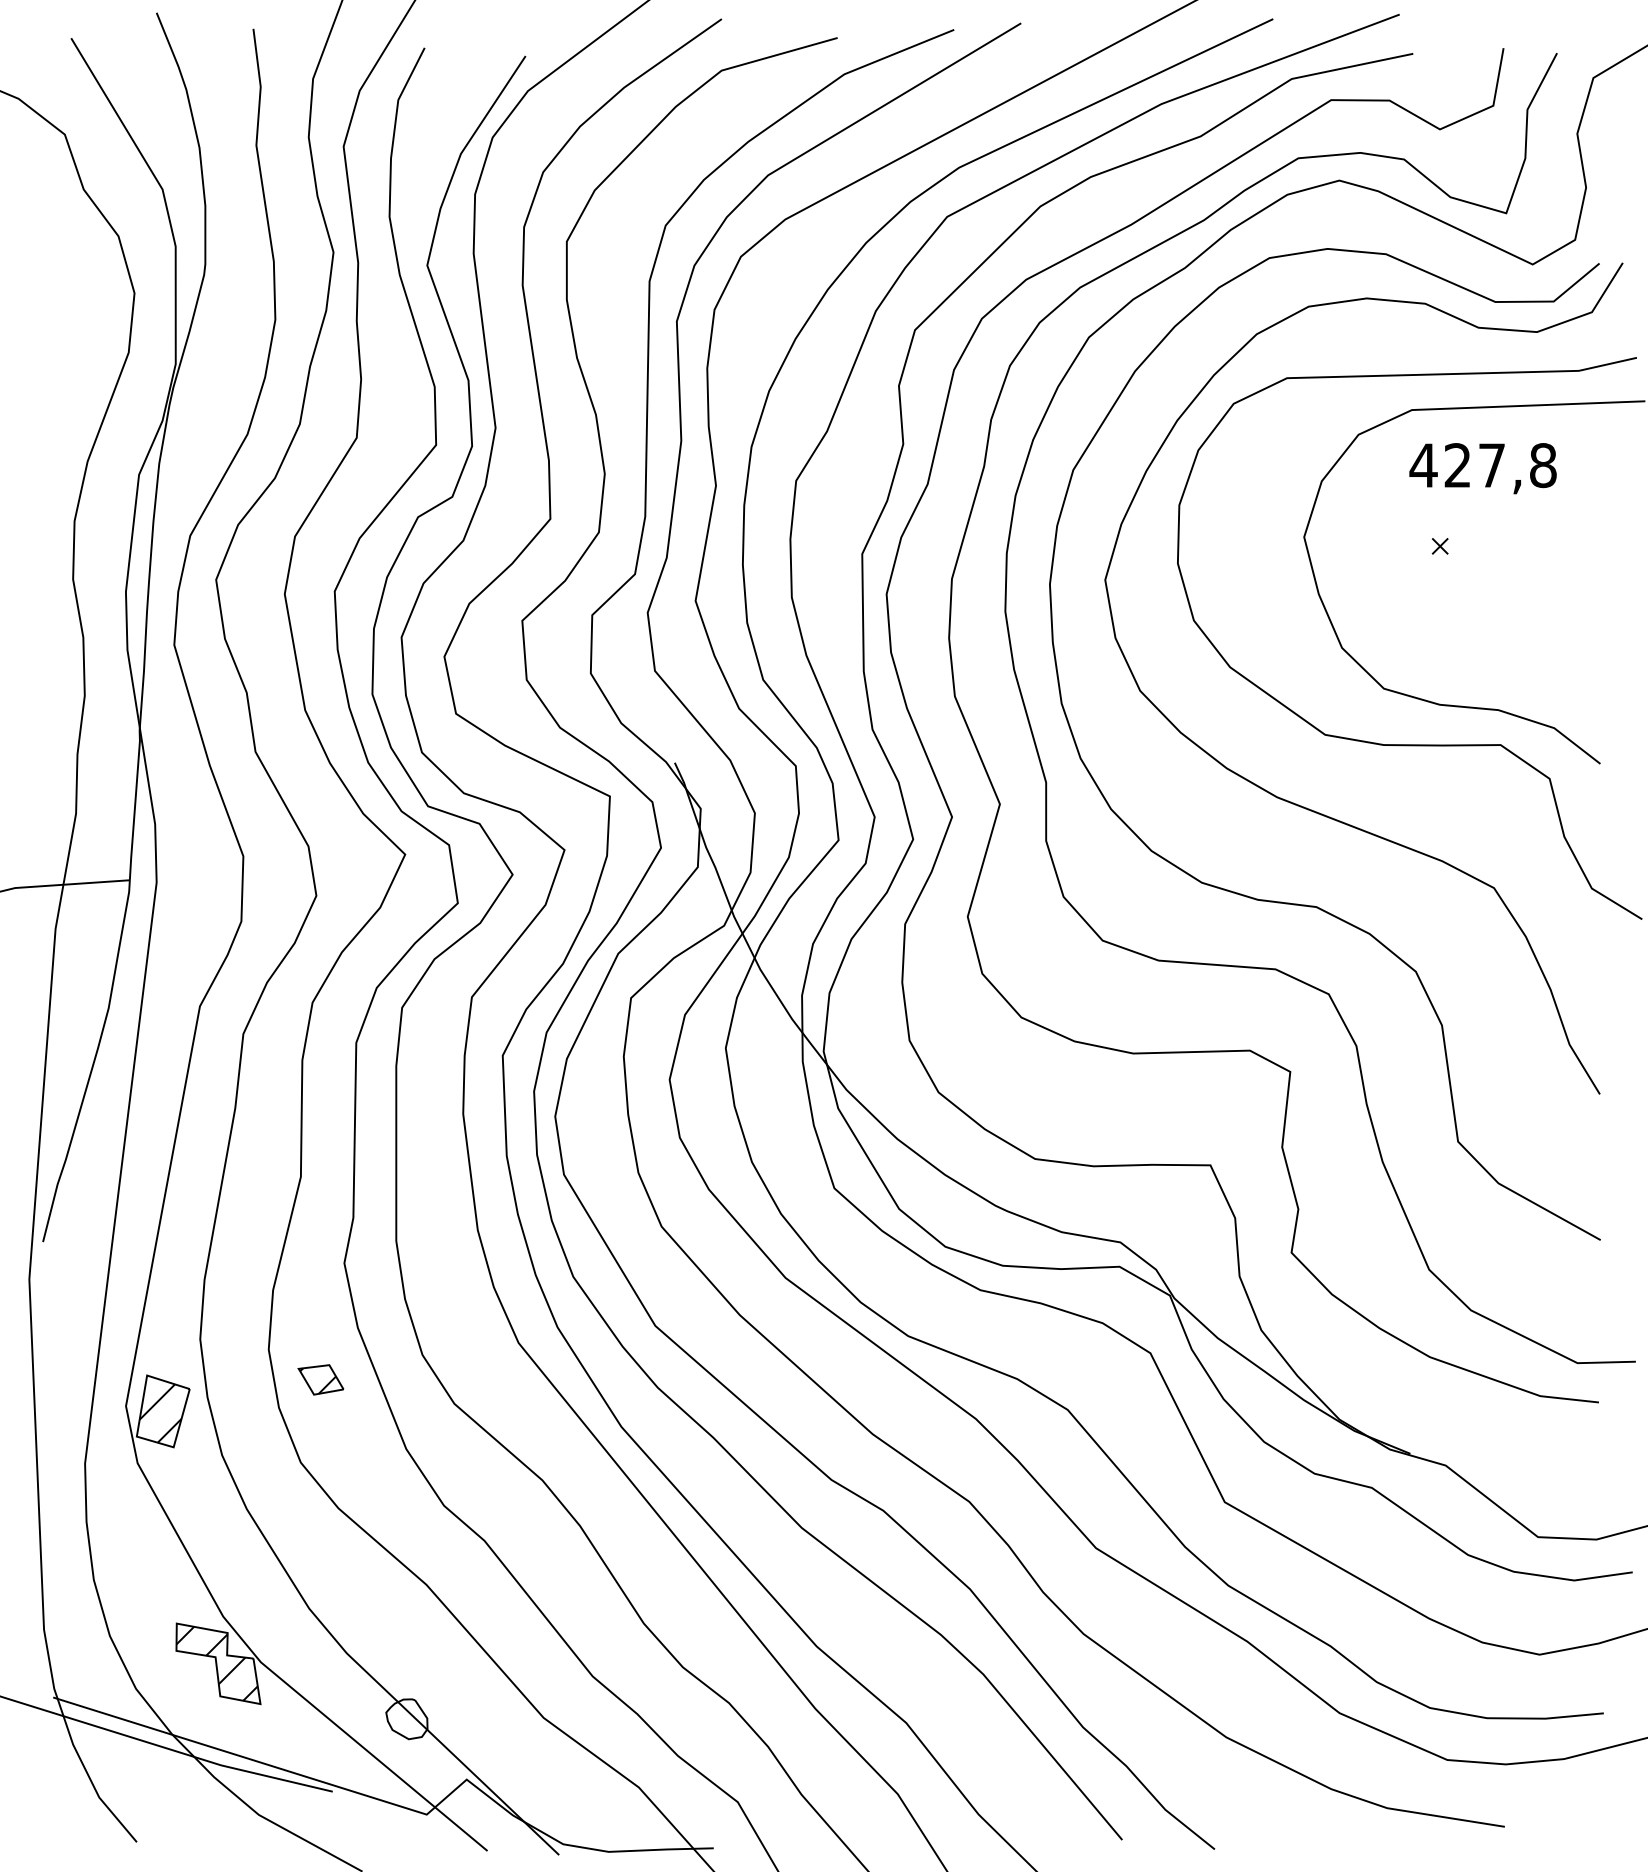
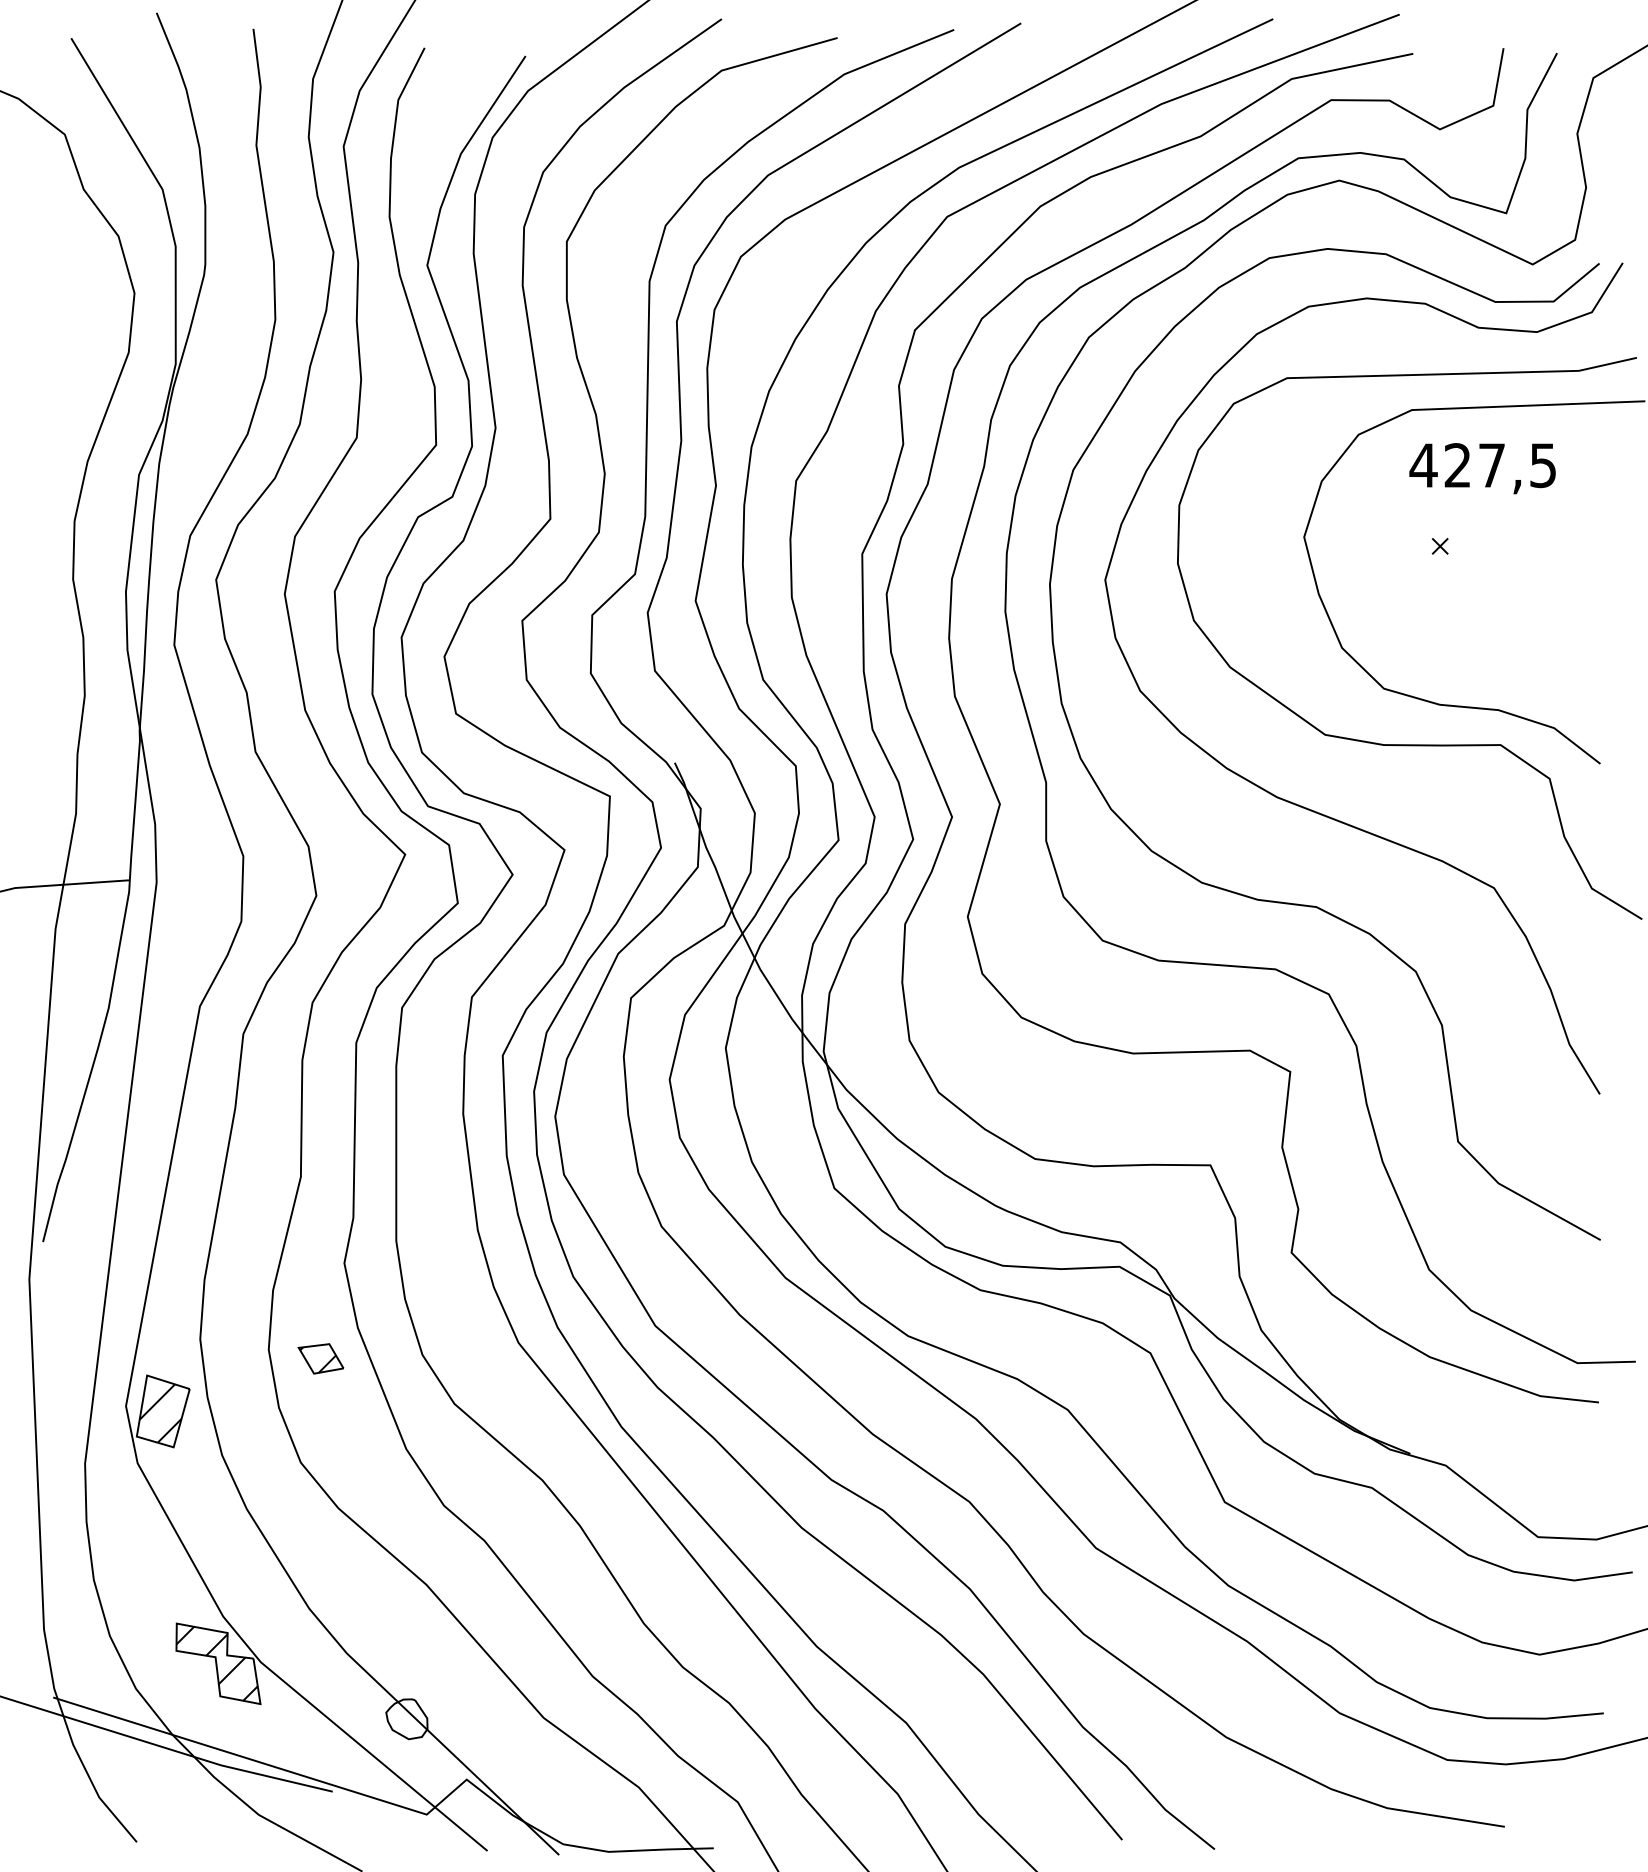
text at (1543, 465): 427,8 -> 427,5
part at (320, 1379) position: (320, 1379) -> (320, 1358)
